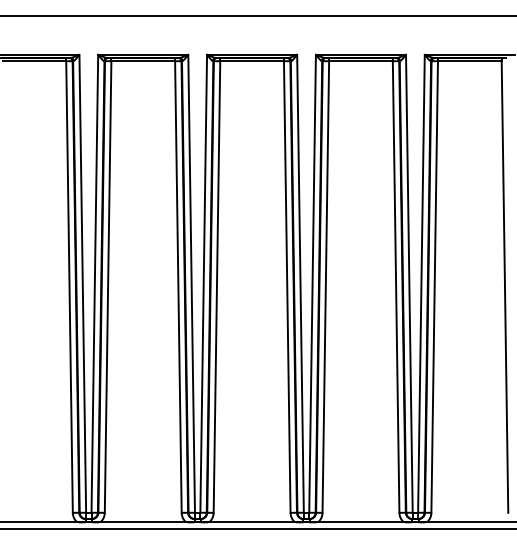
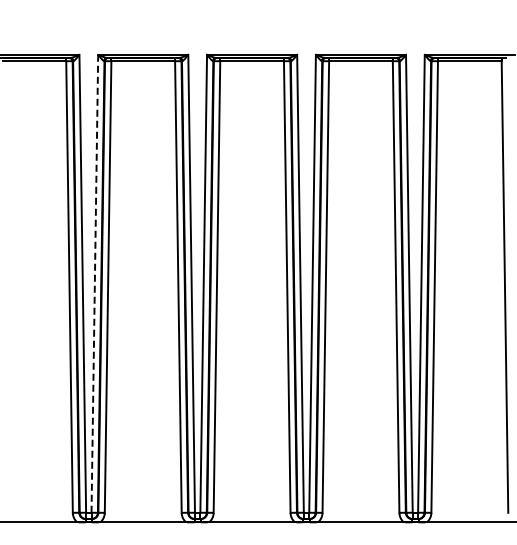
line at (257, 16): present -> none
line at (94, 283): solid -> dashed
line at (257, 528): present -> none
